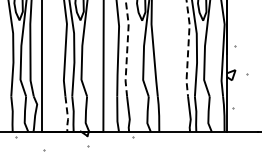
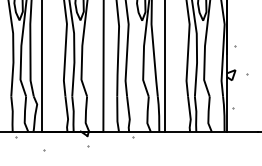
line at (127, 49): dashed -> solid
line at (188, 49): dashed -> solid
line at (165, 66): none -> present
line at (67, 116): dashed -> solid
